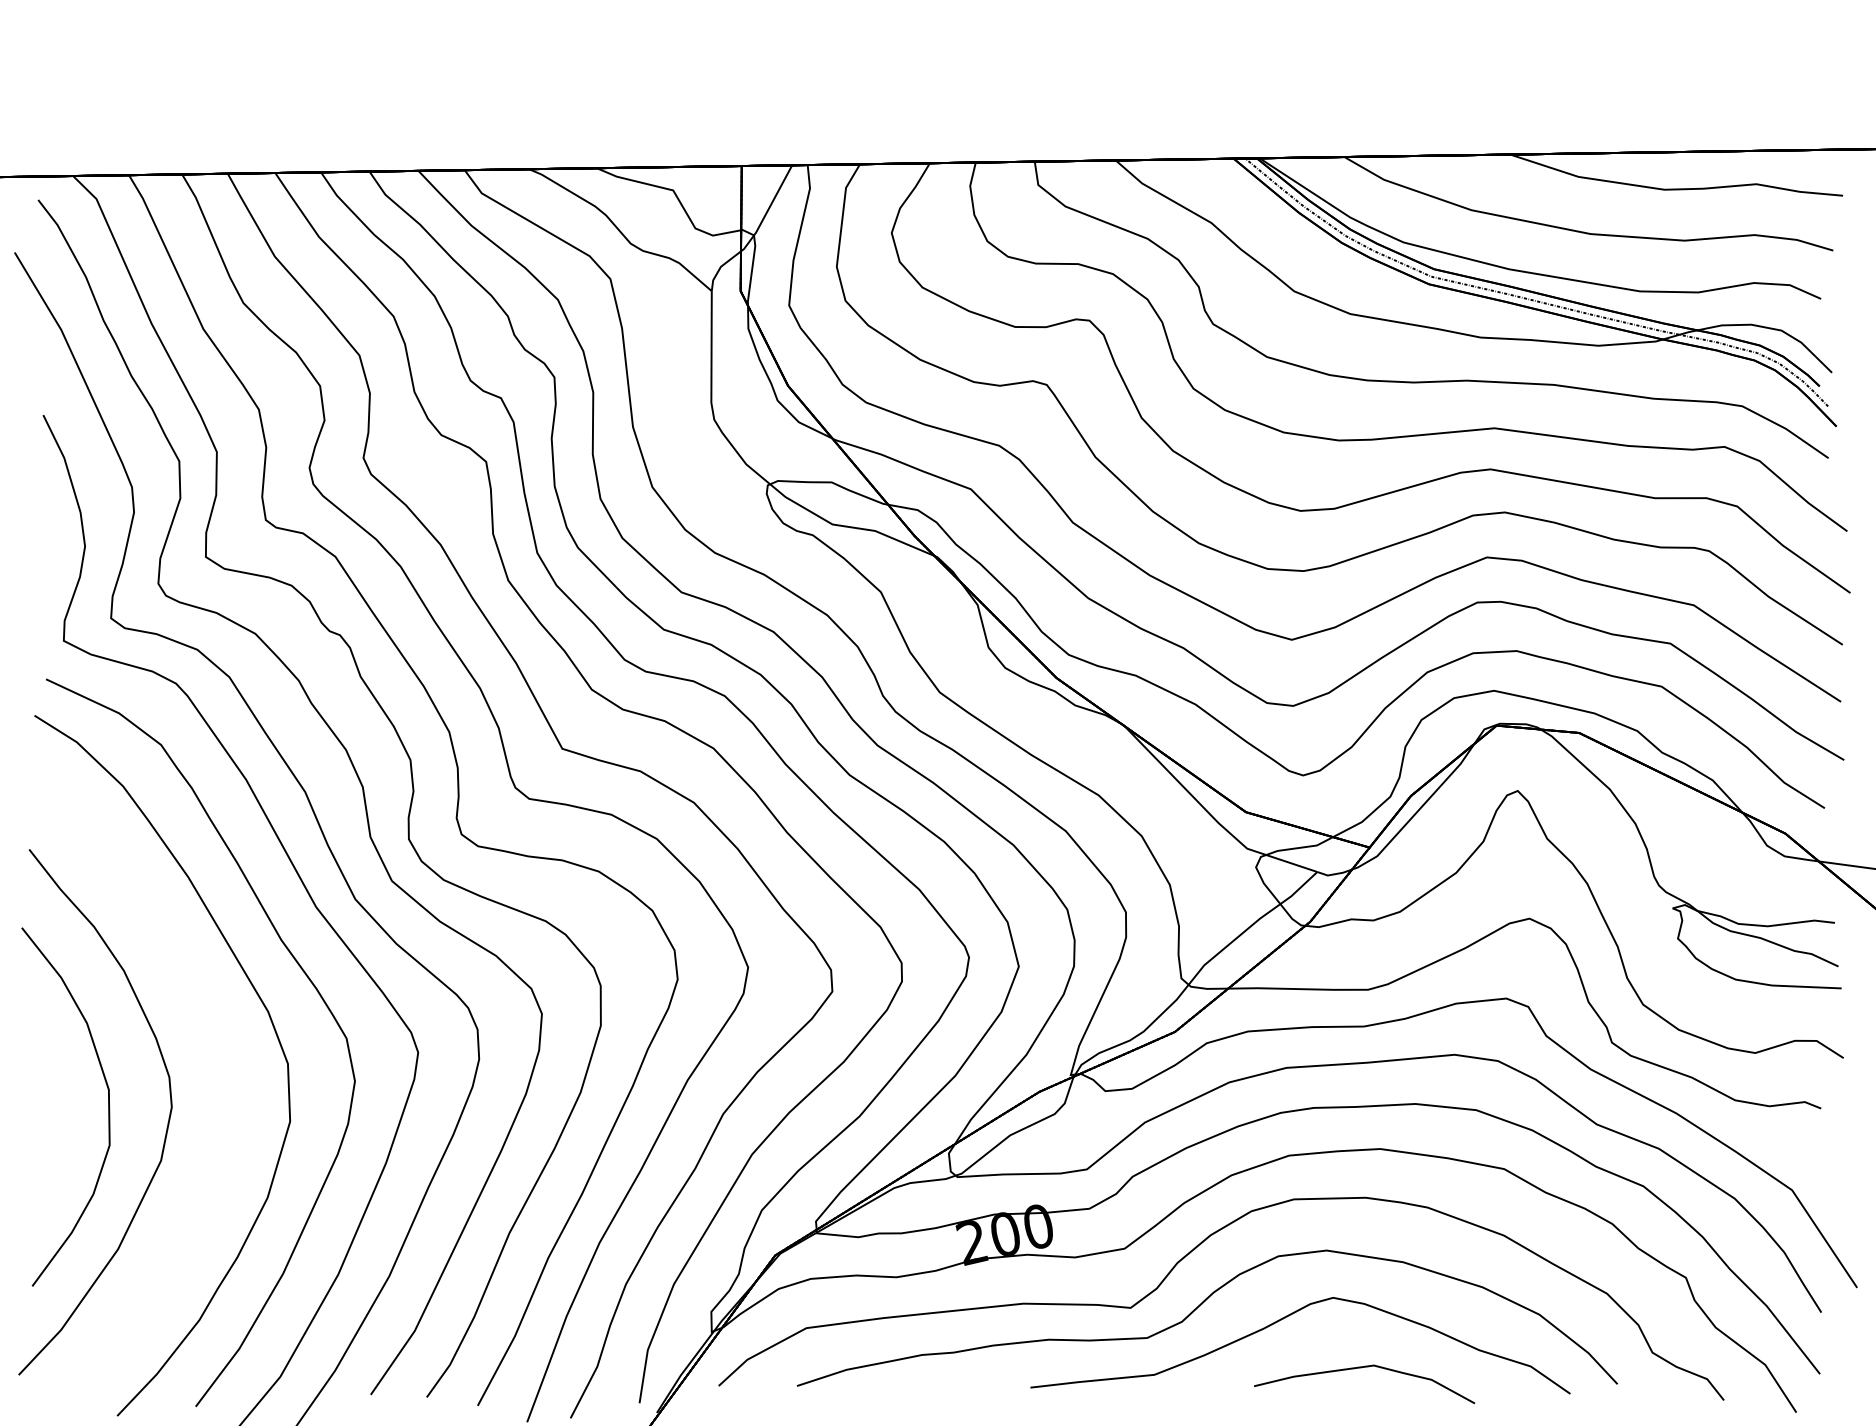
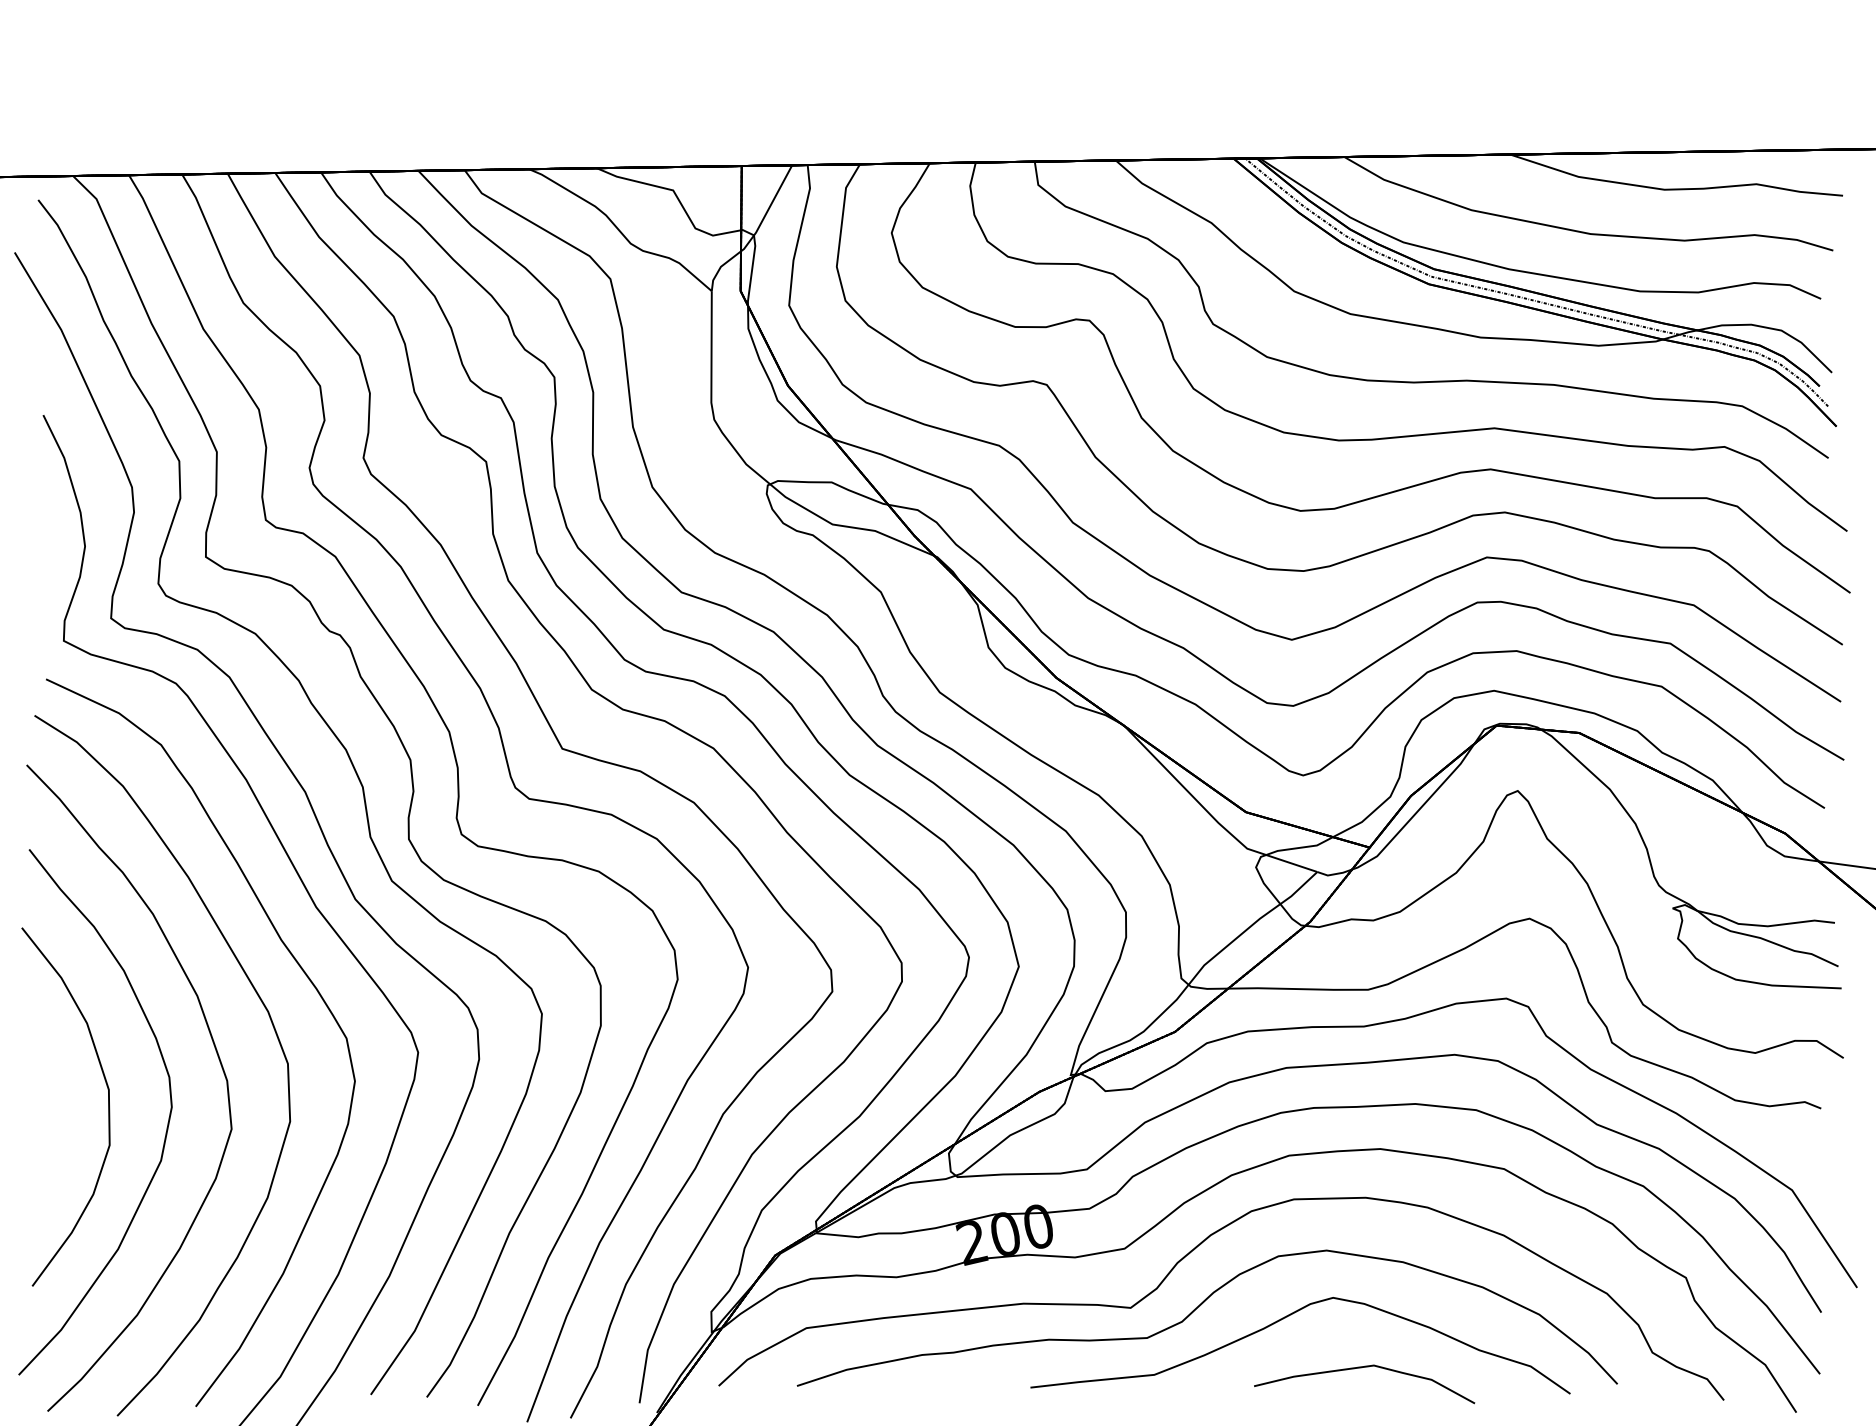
part at (215, 1051): none -> present
